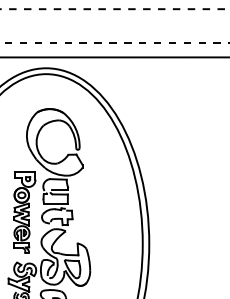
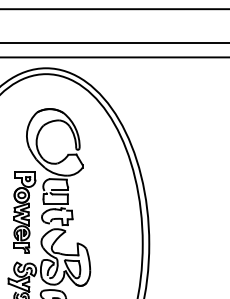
line at (115, 9): dashed -> solid
line at (114, 42): dashed -> solid
